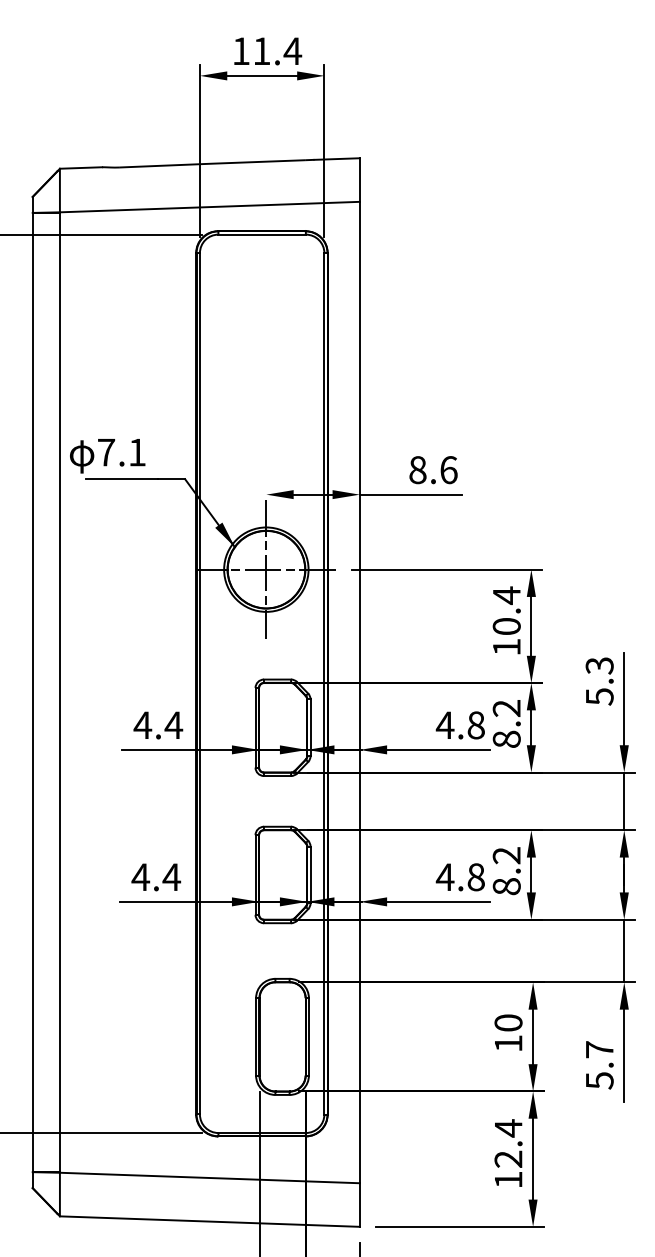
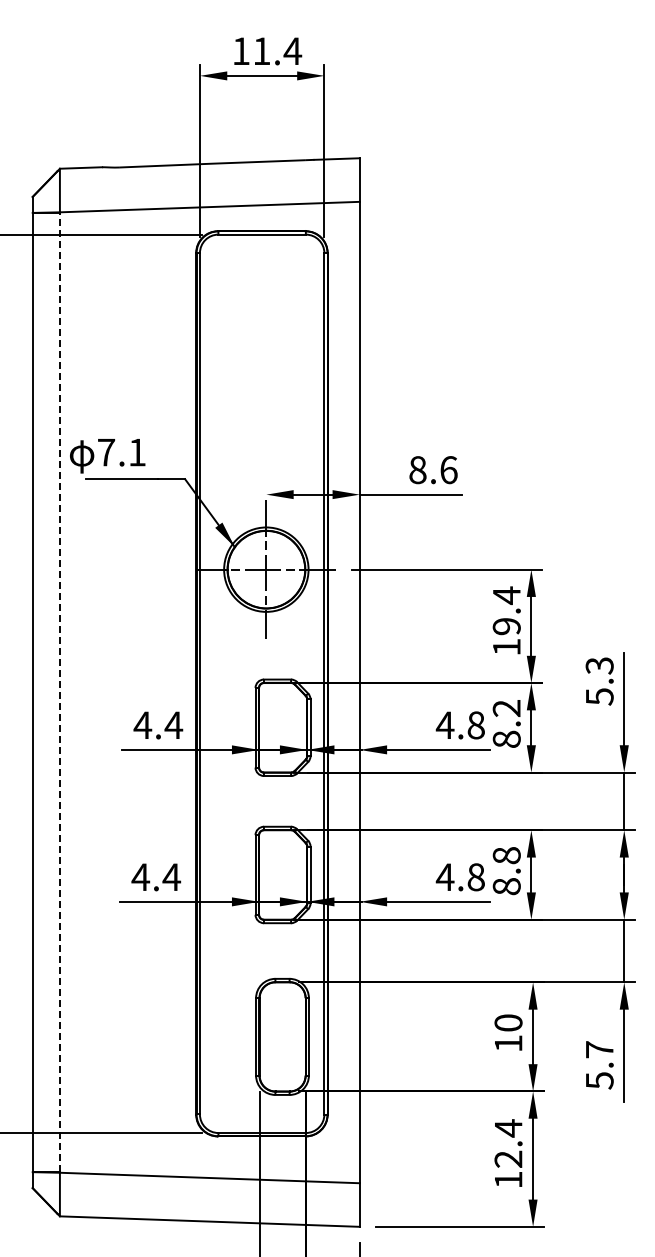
text at (506, 626): 10.4 -> 19.4
line at (59, 692): solid -> dashed
text at (506, 855): 8.2 -> 8.8
